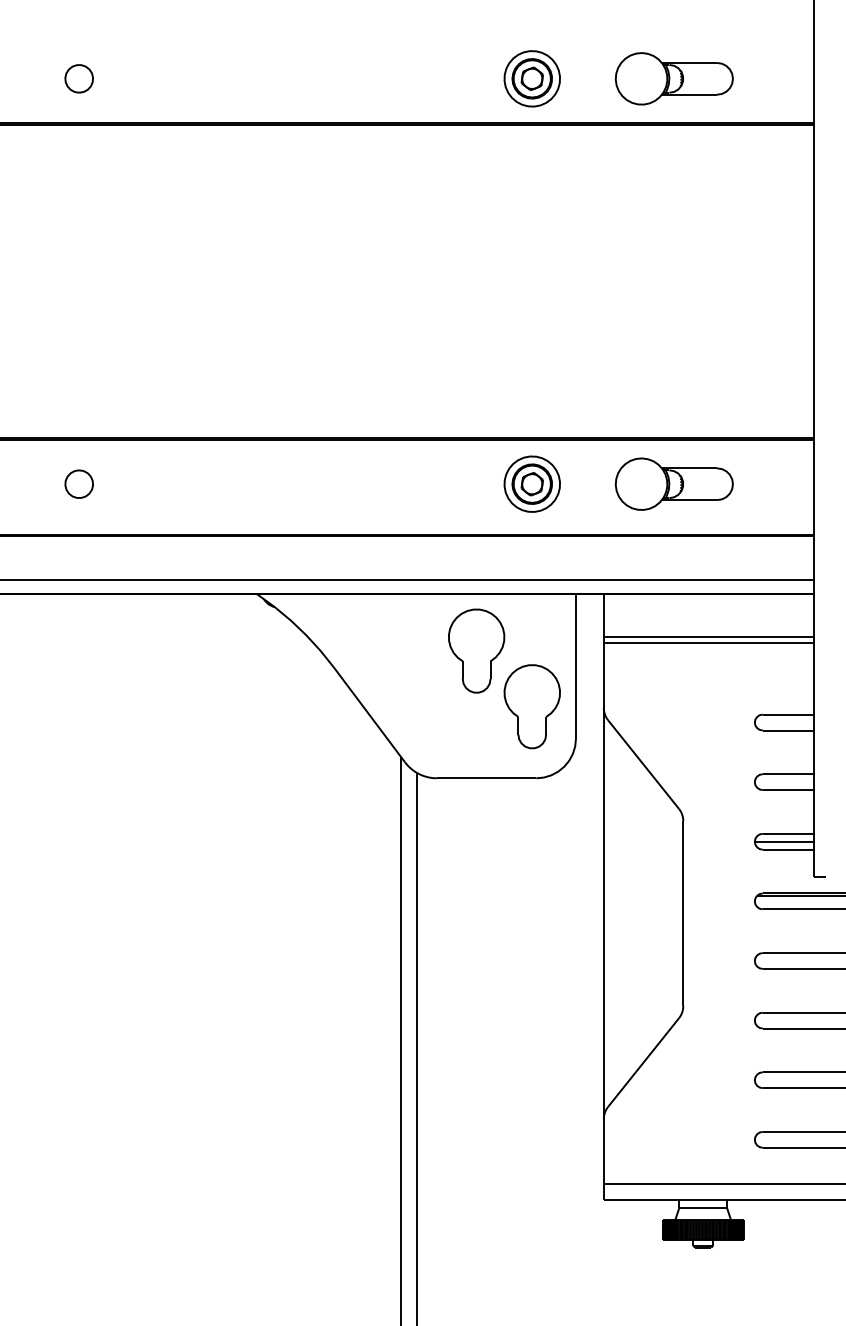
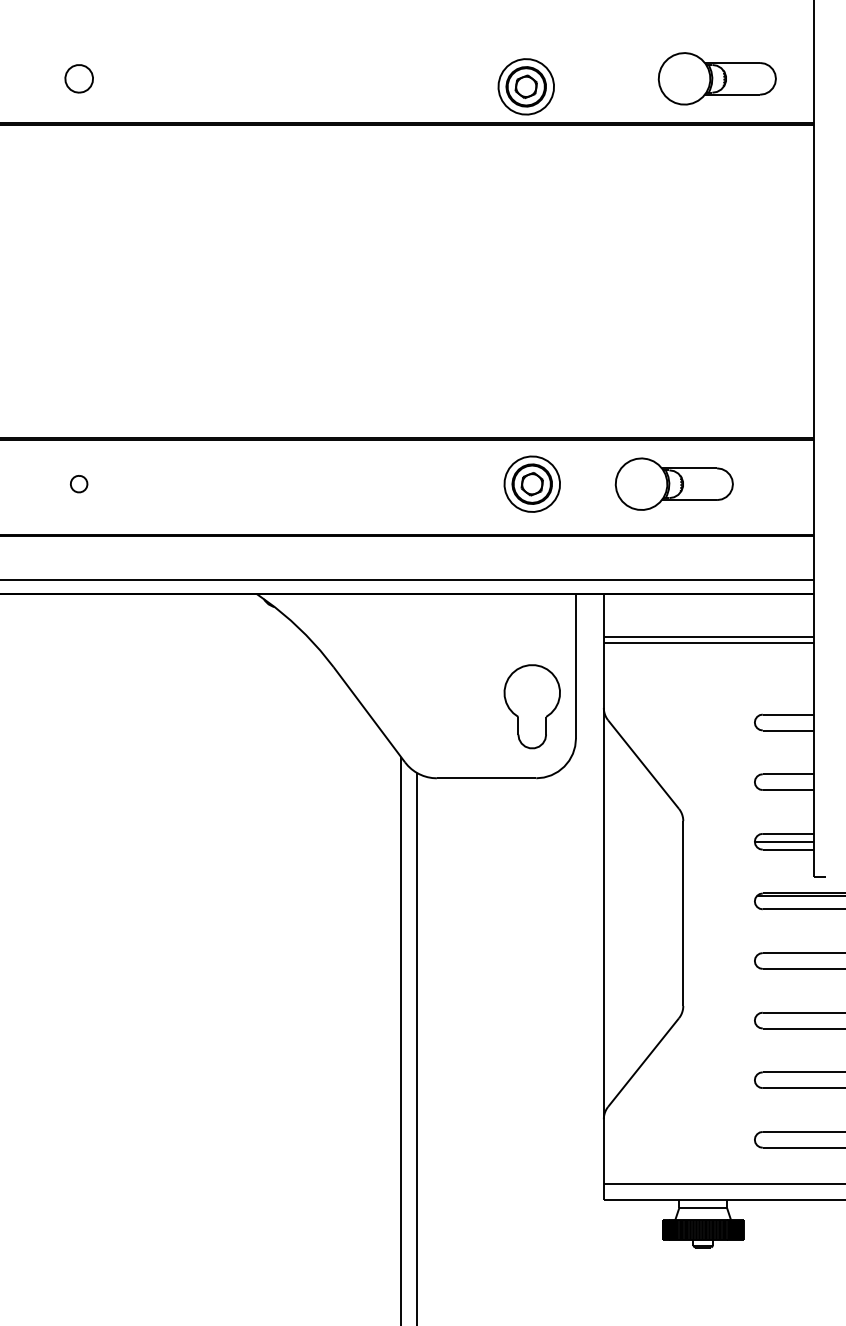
part at (531, 78) position: (531, 78) -> (525, 86)
part at (673, 78) position: (673, 78) -> (716, 78)
part at (78, 483) size: 30x30 px -> 19x19 px
part at (476, 650): present -> none
